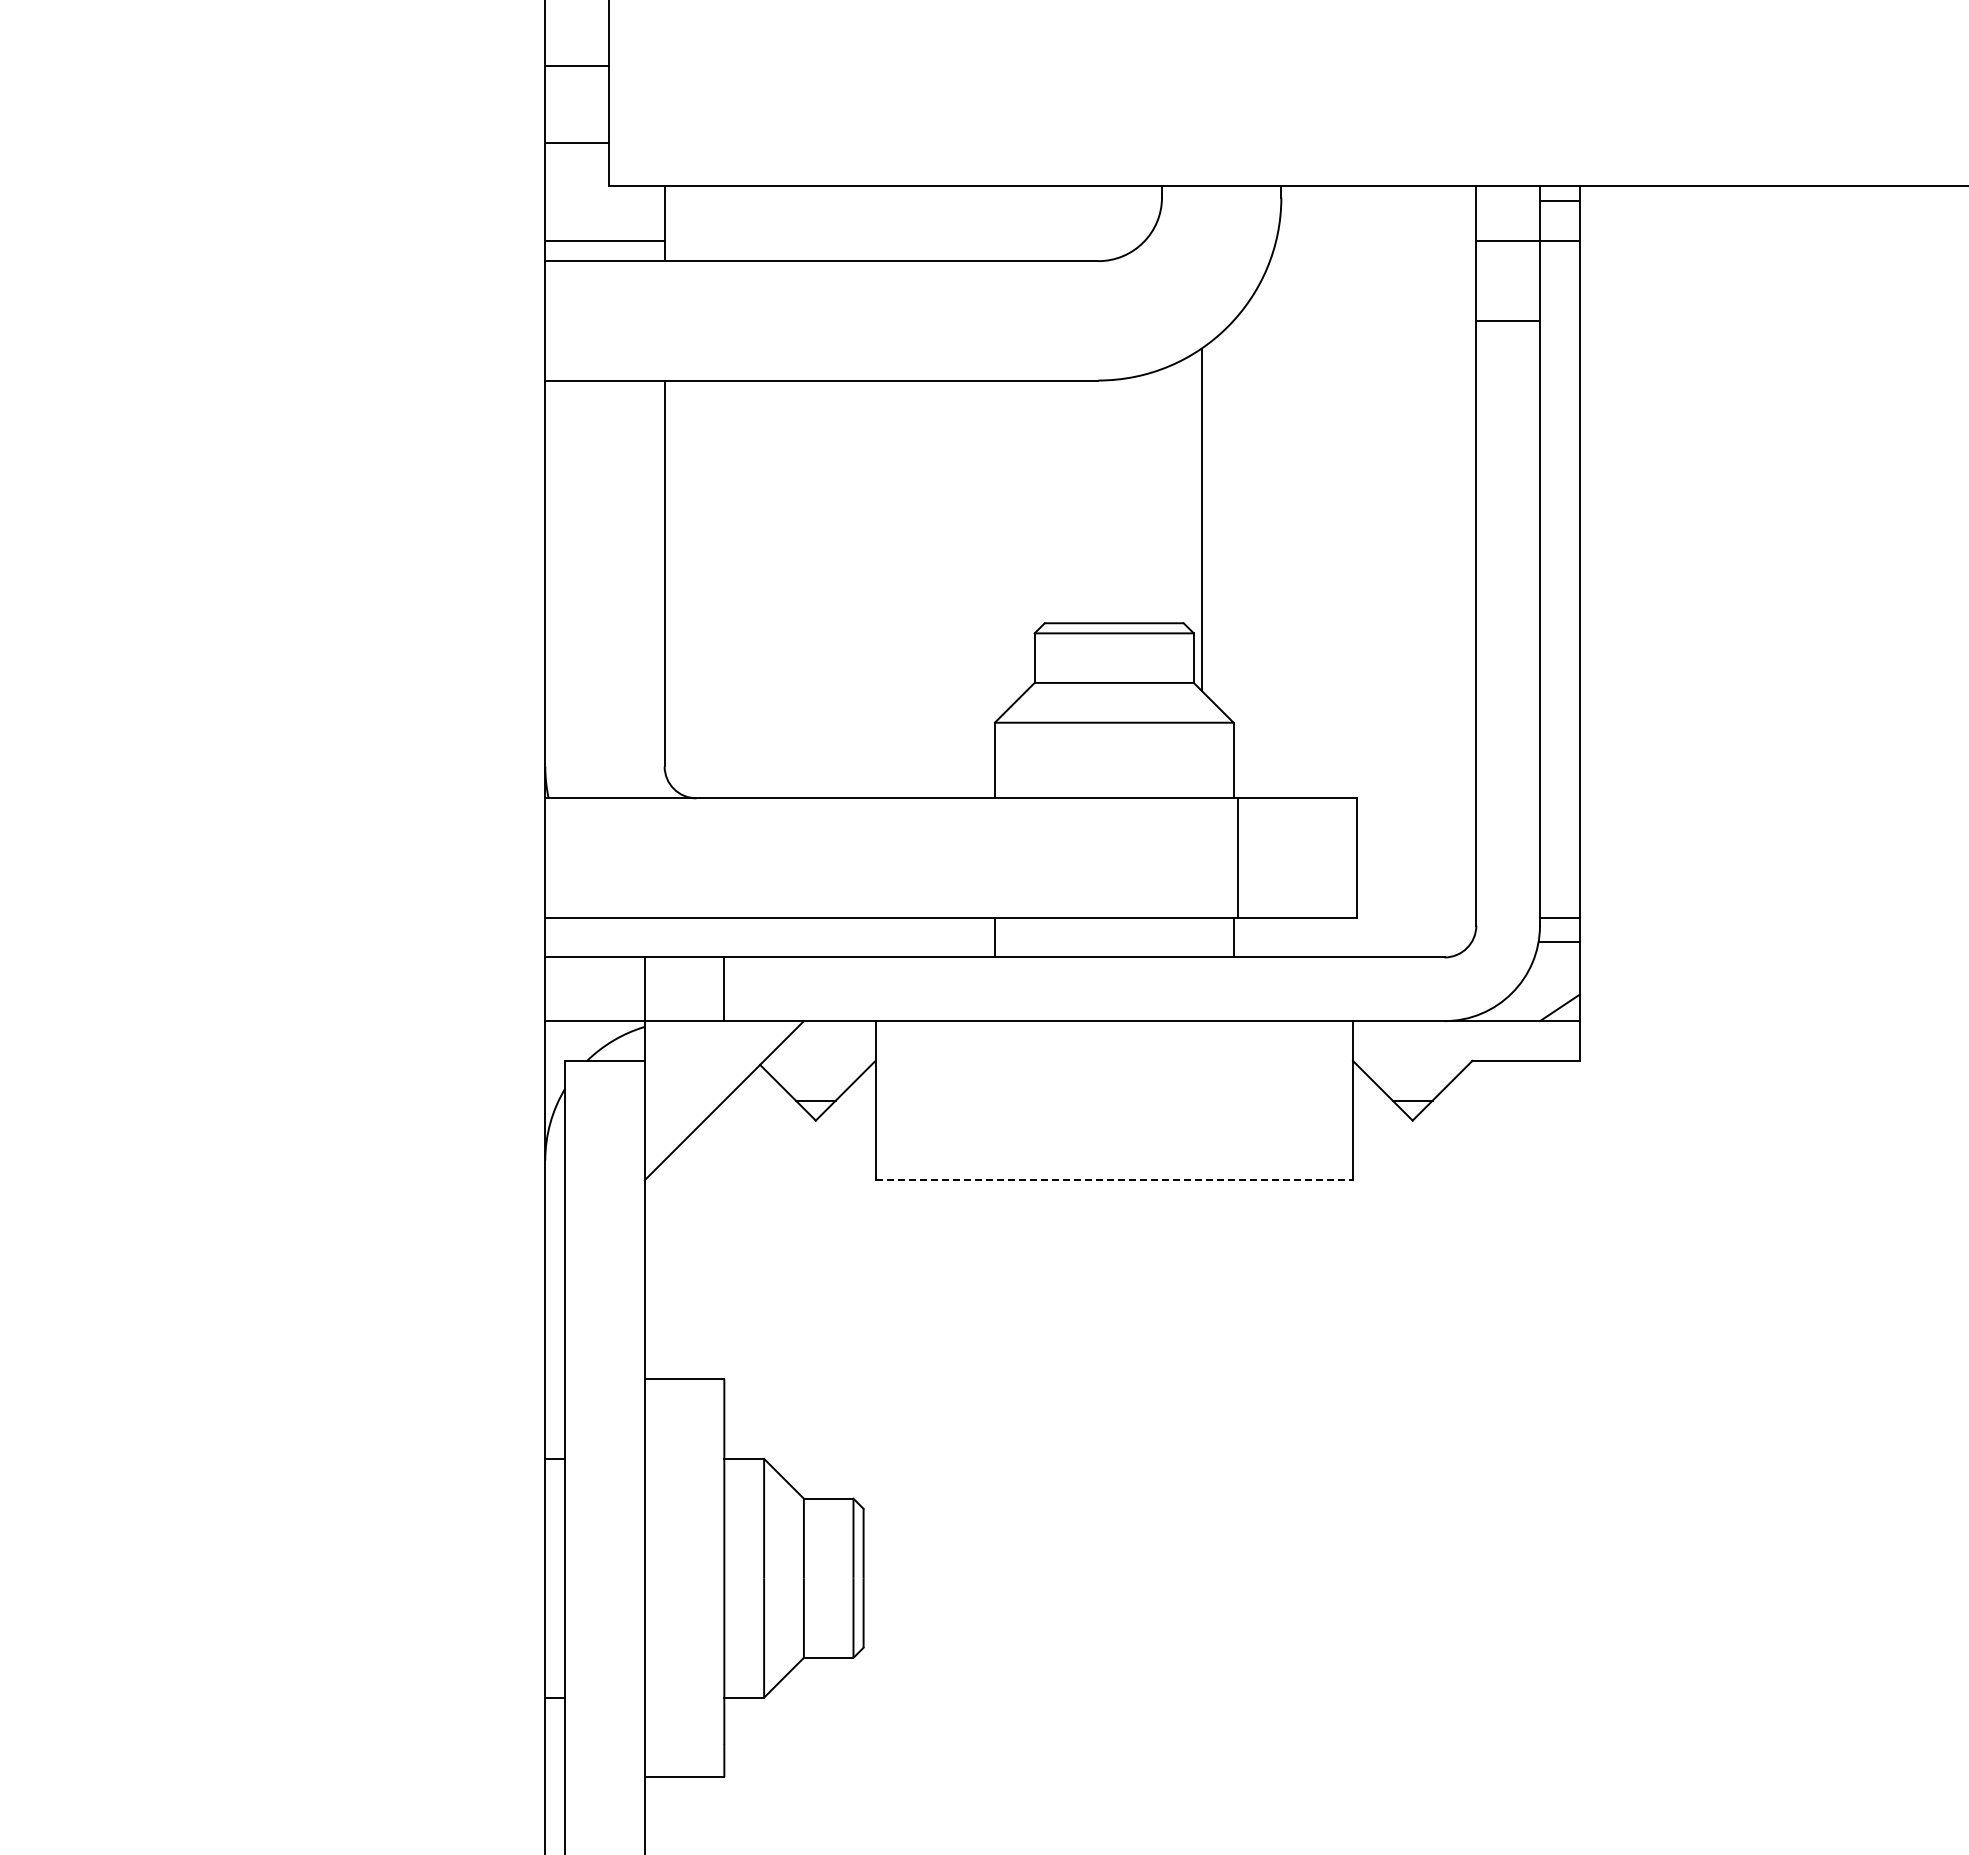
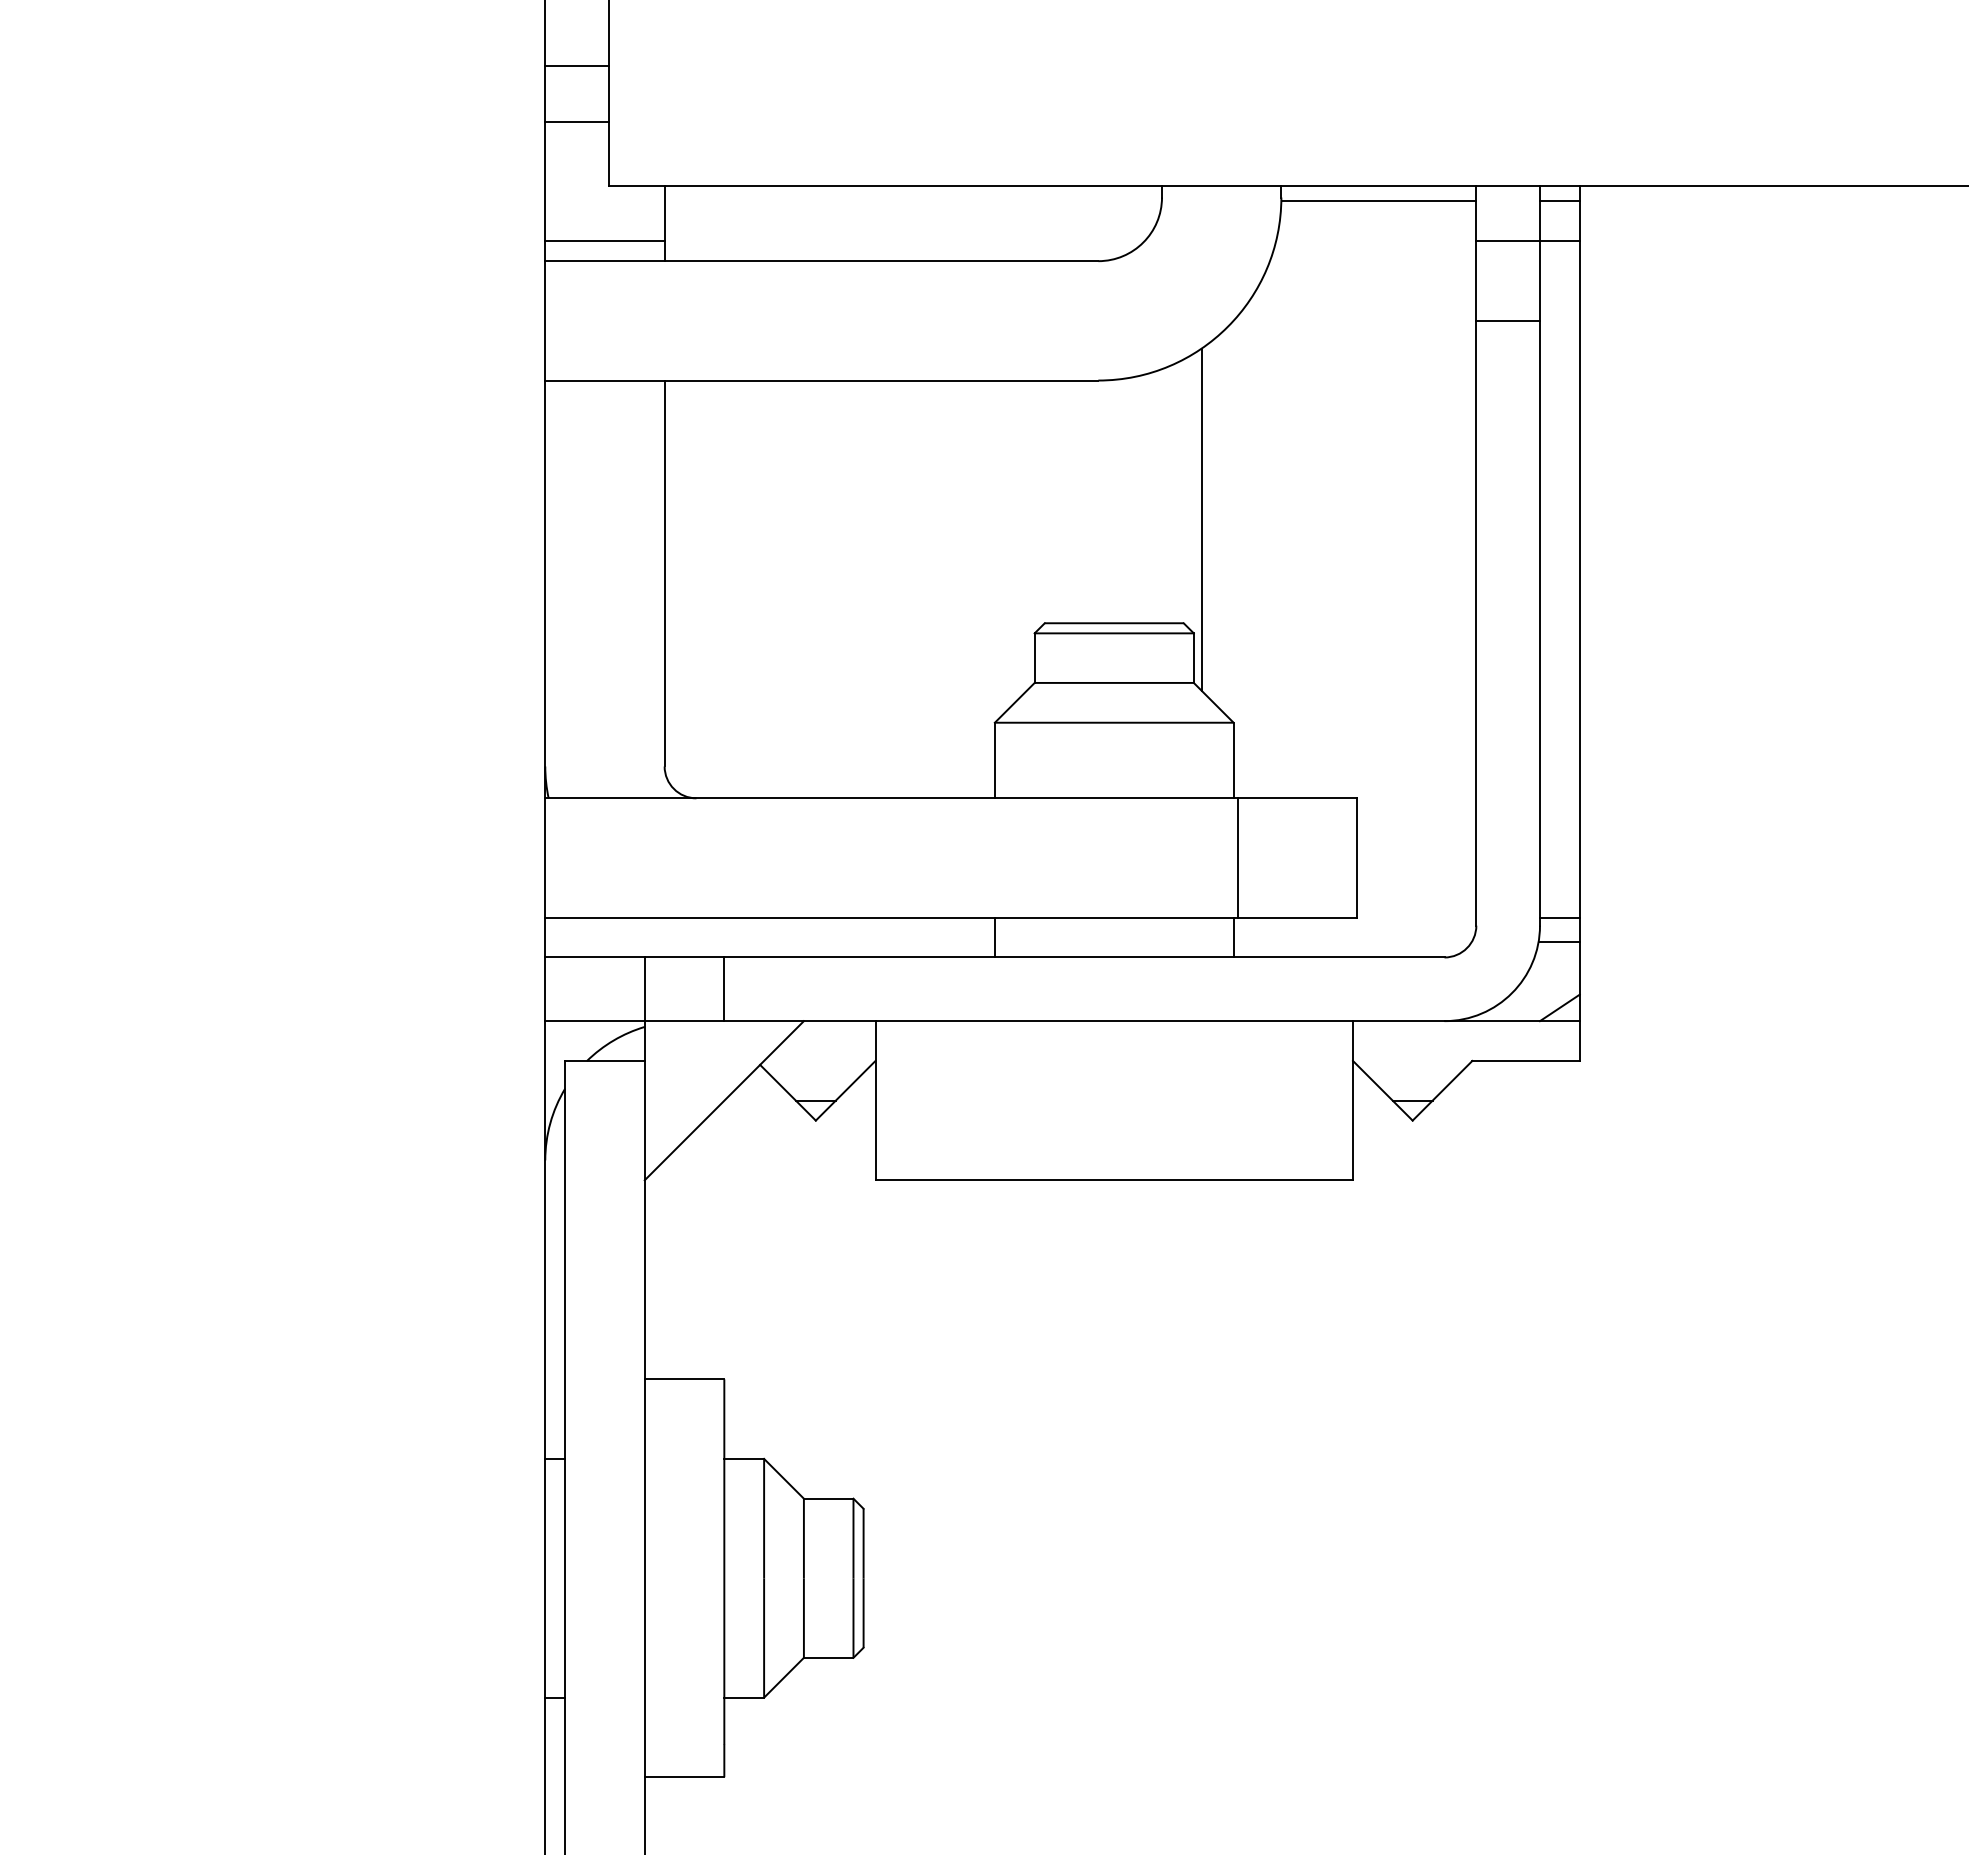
line at (576, 142) position: (576, 142) -> (576, 121)
line at (1378, 201): none -> present
line at (1114, 1180): dashed -> solid
